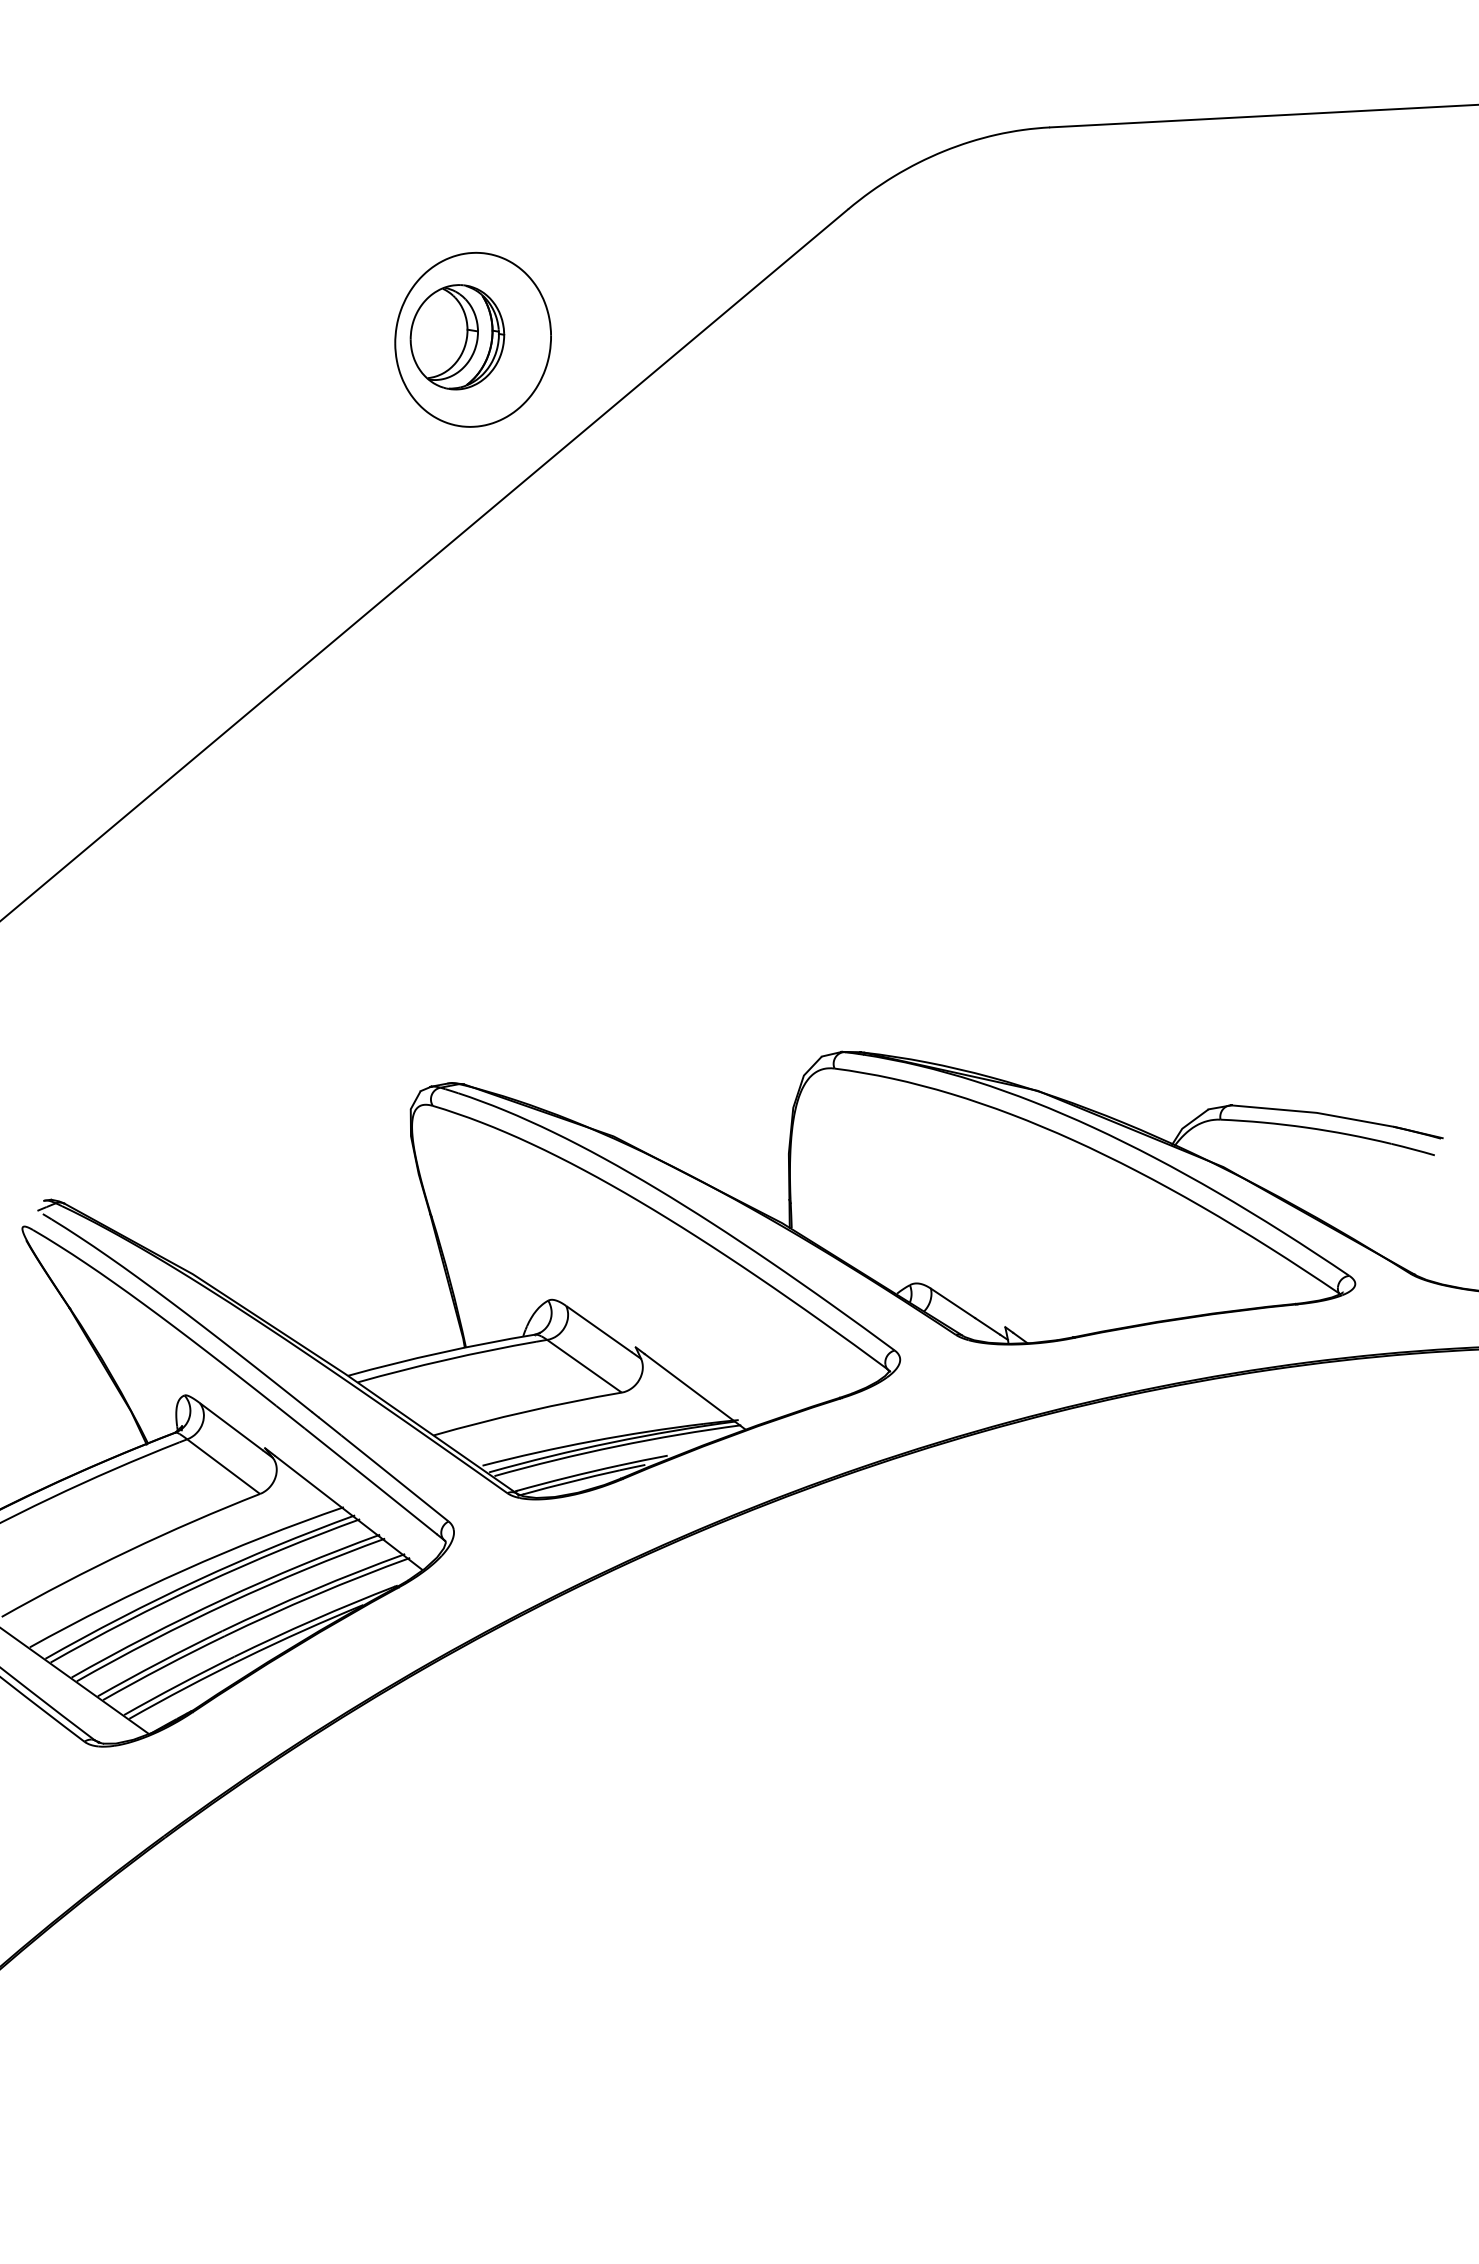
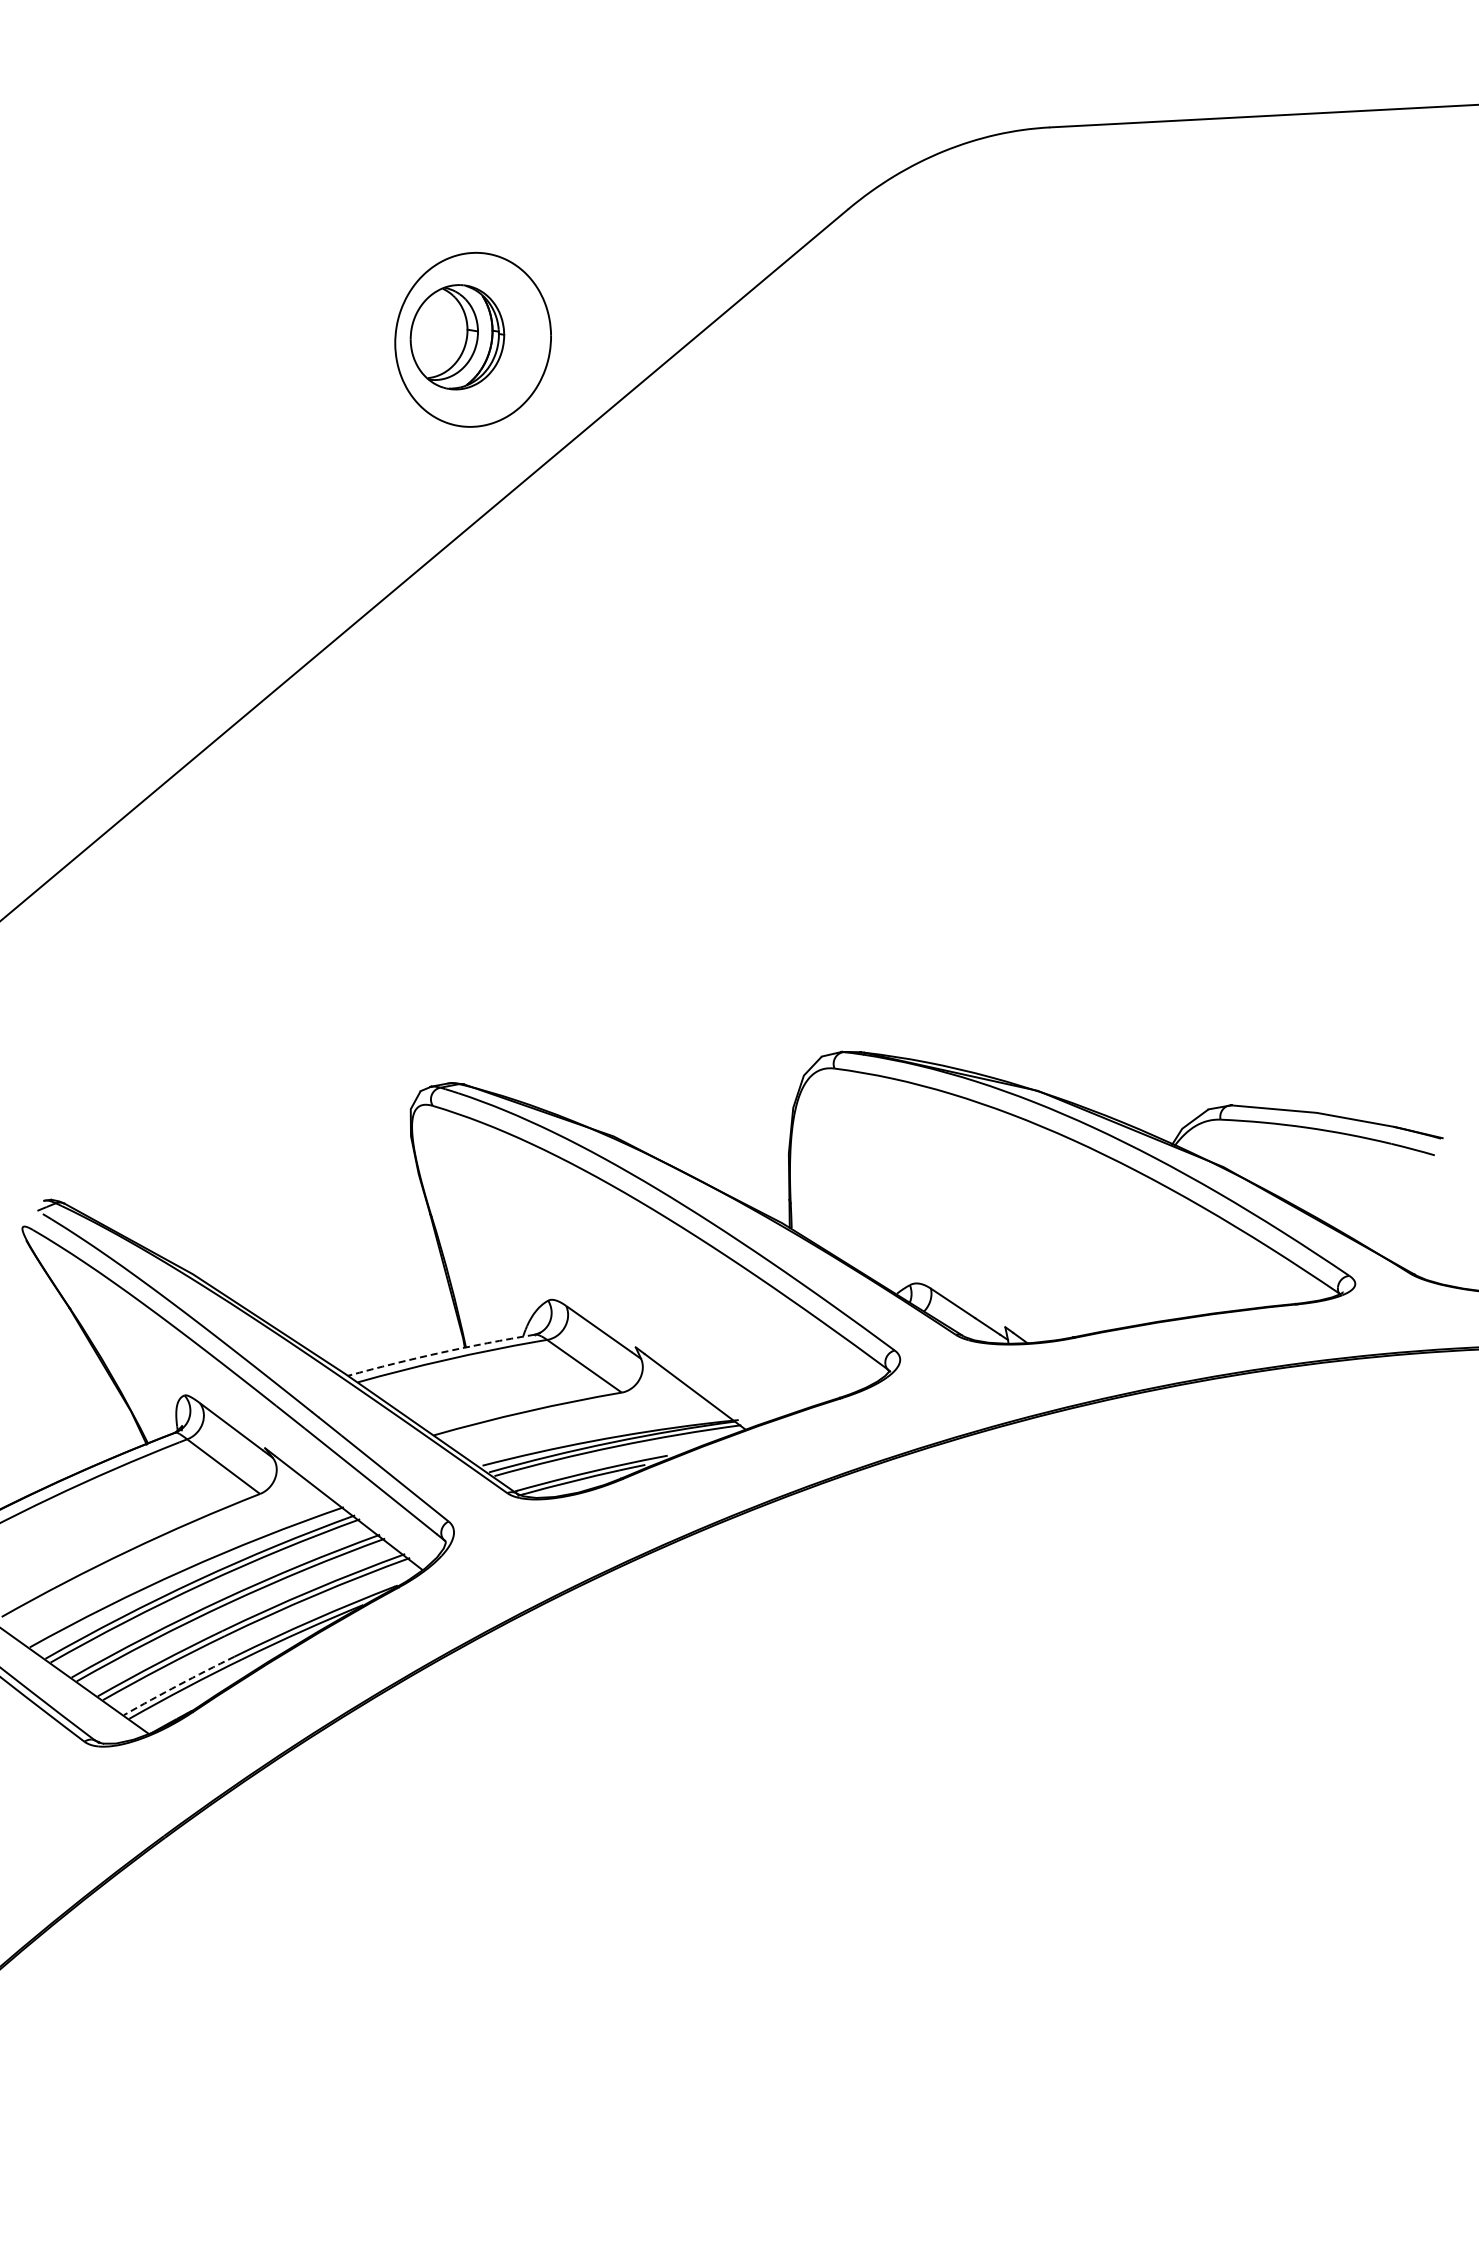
arc at (440, 1352): solid -> dashed
arc at (178, 1685): solid -> dashed
